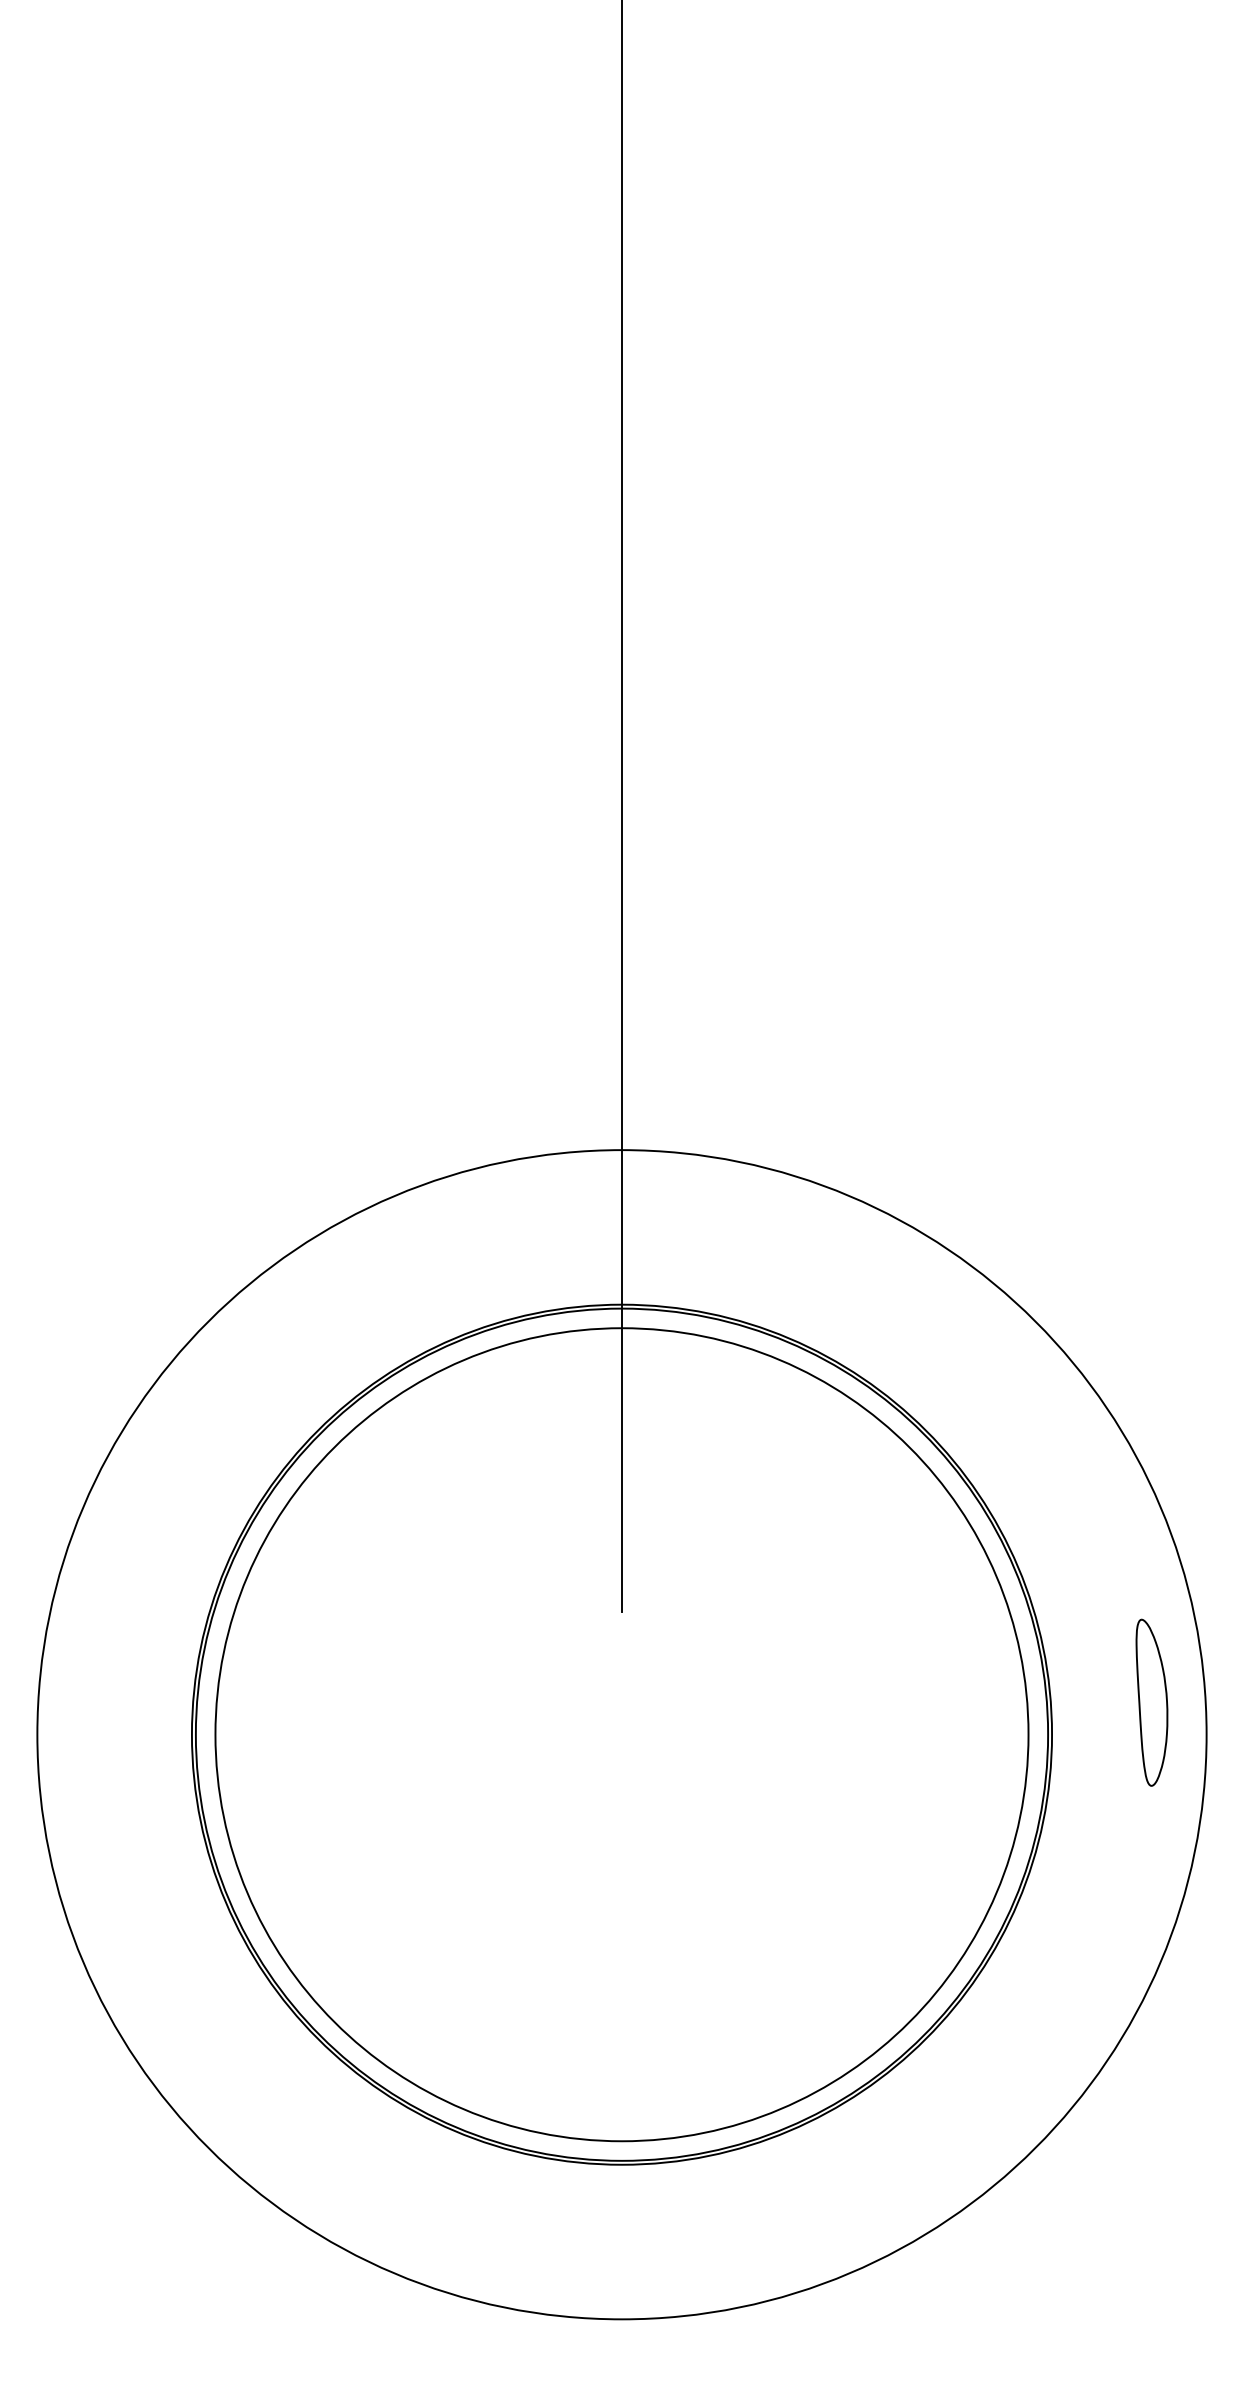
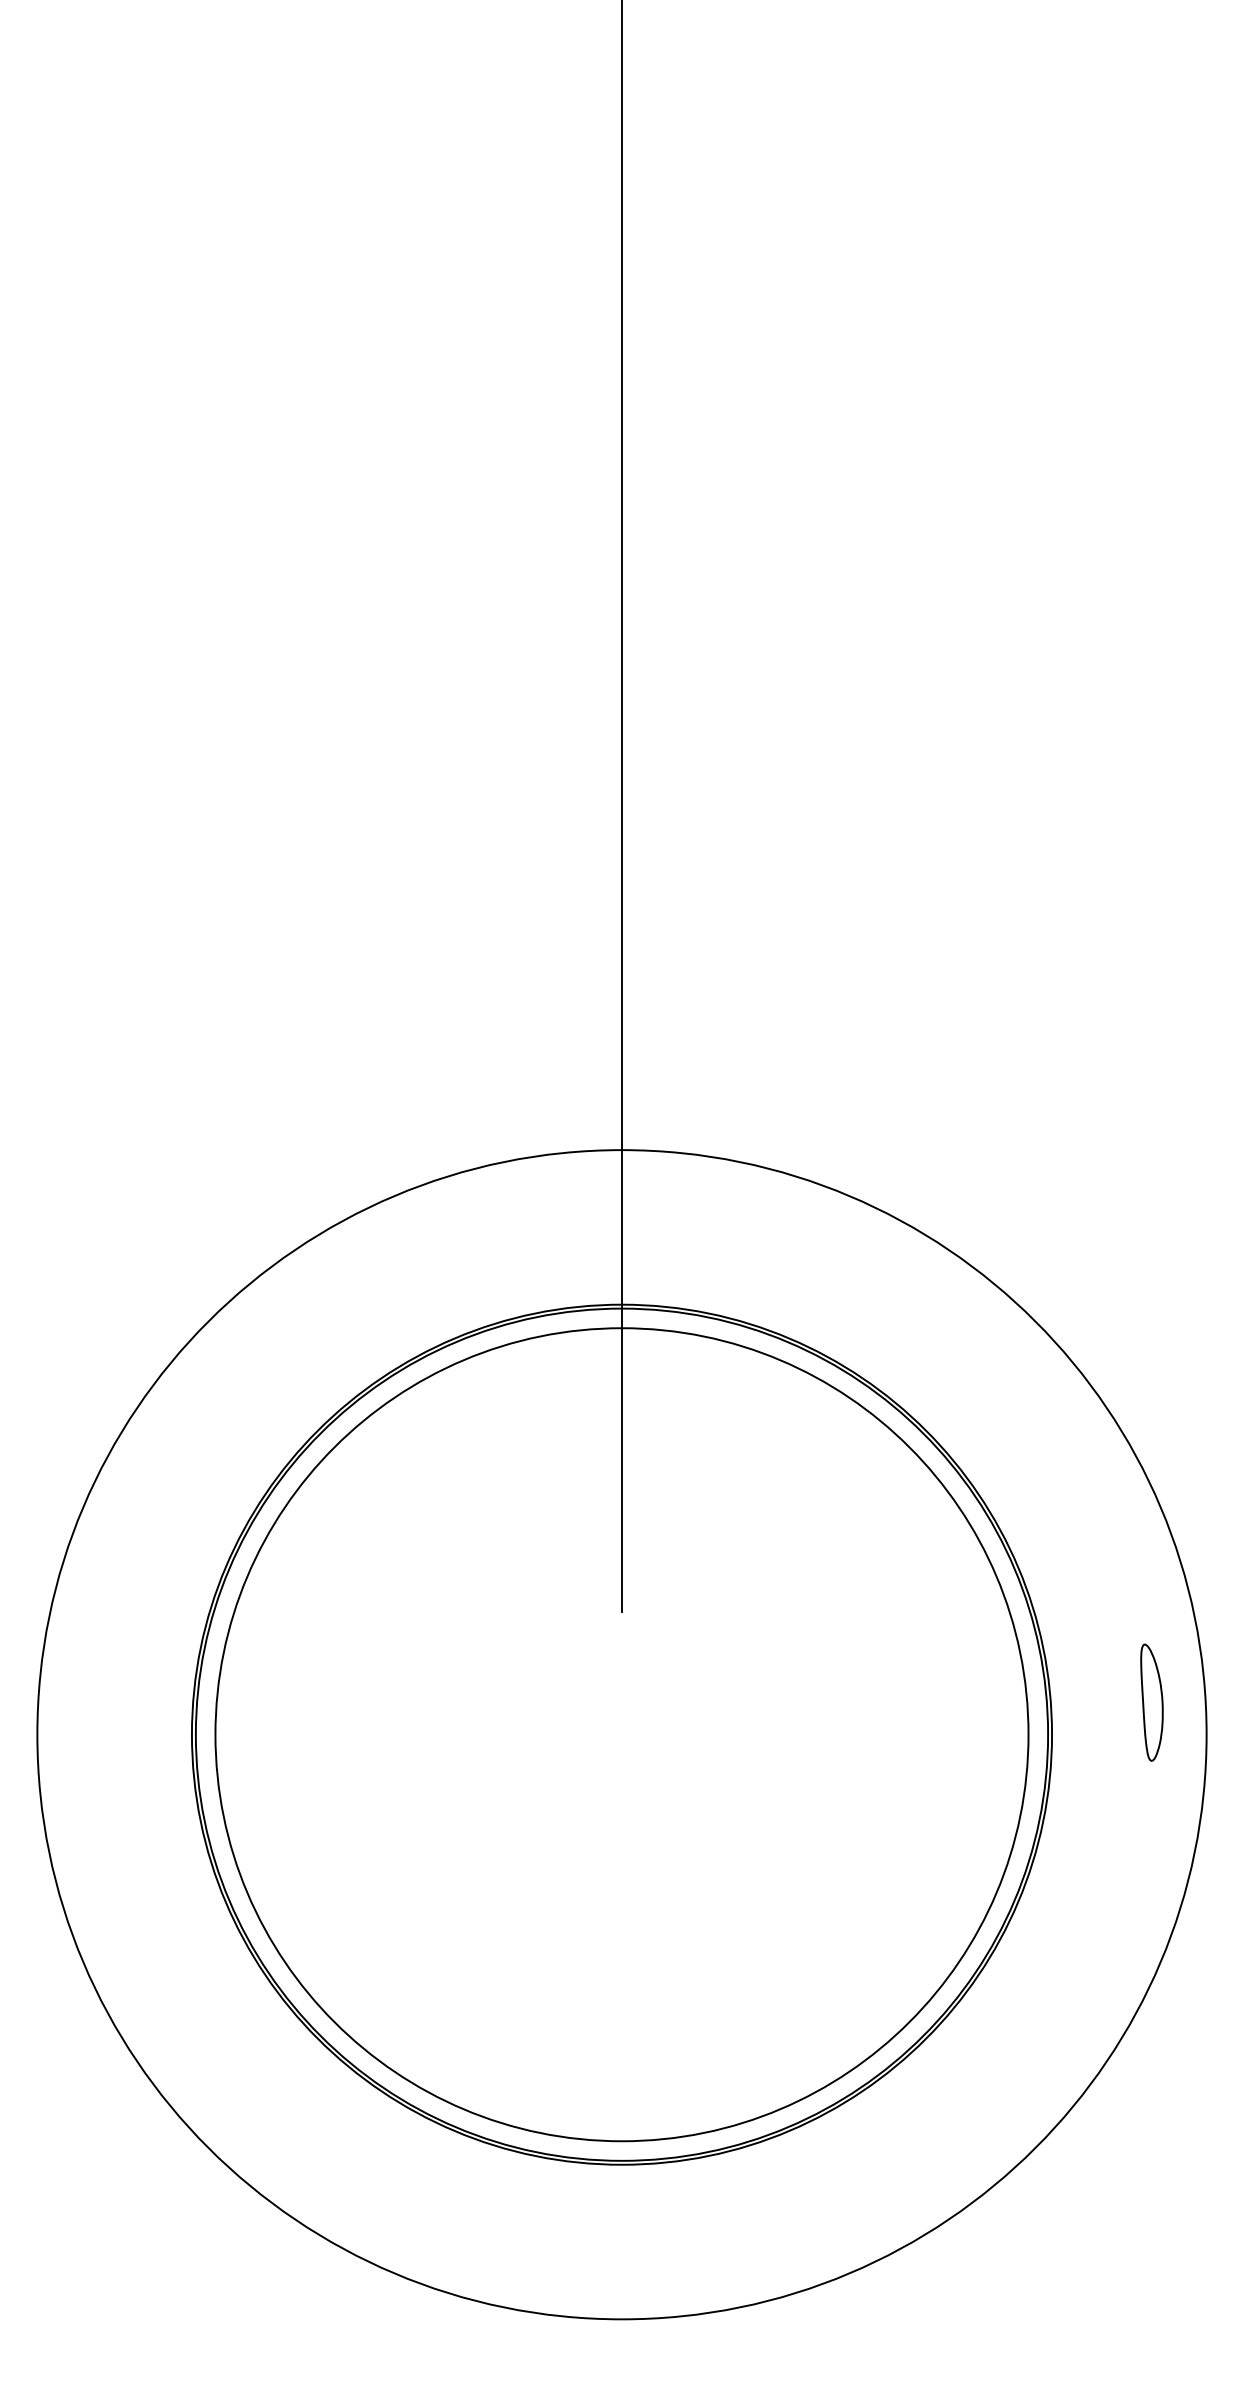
part at (1151, 1702) size: 34x169 px -> 24x119 px
